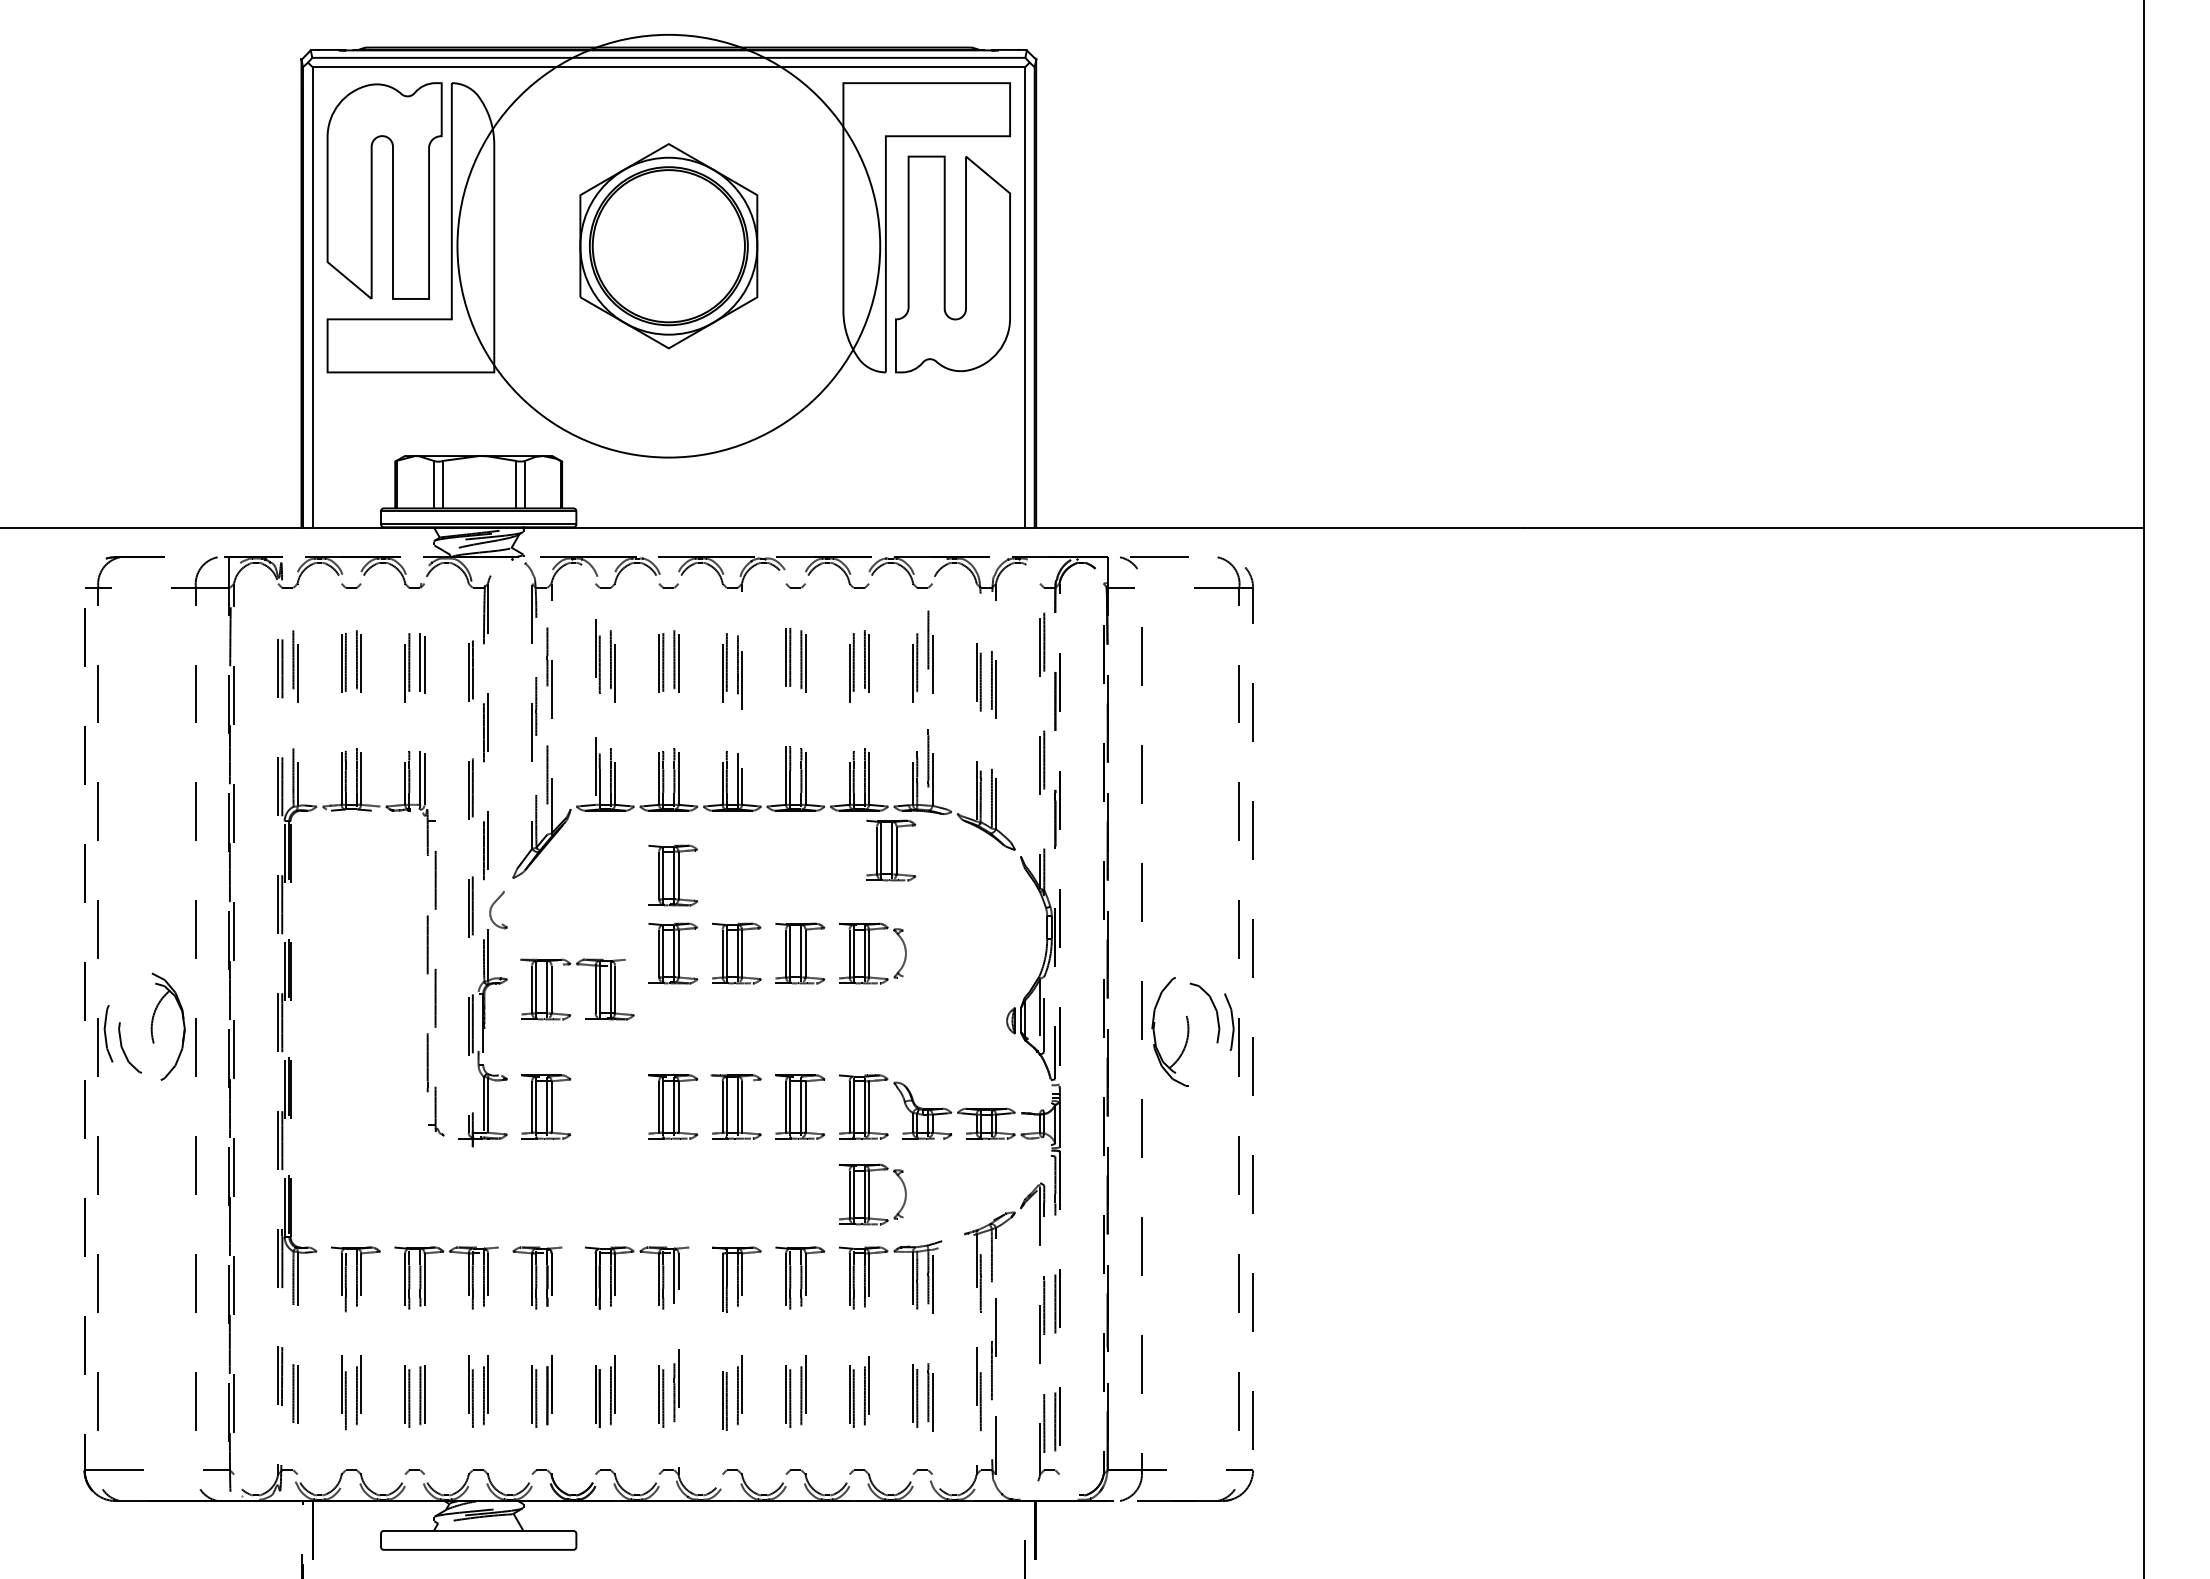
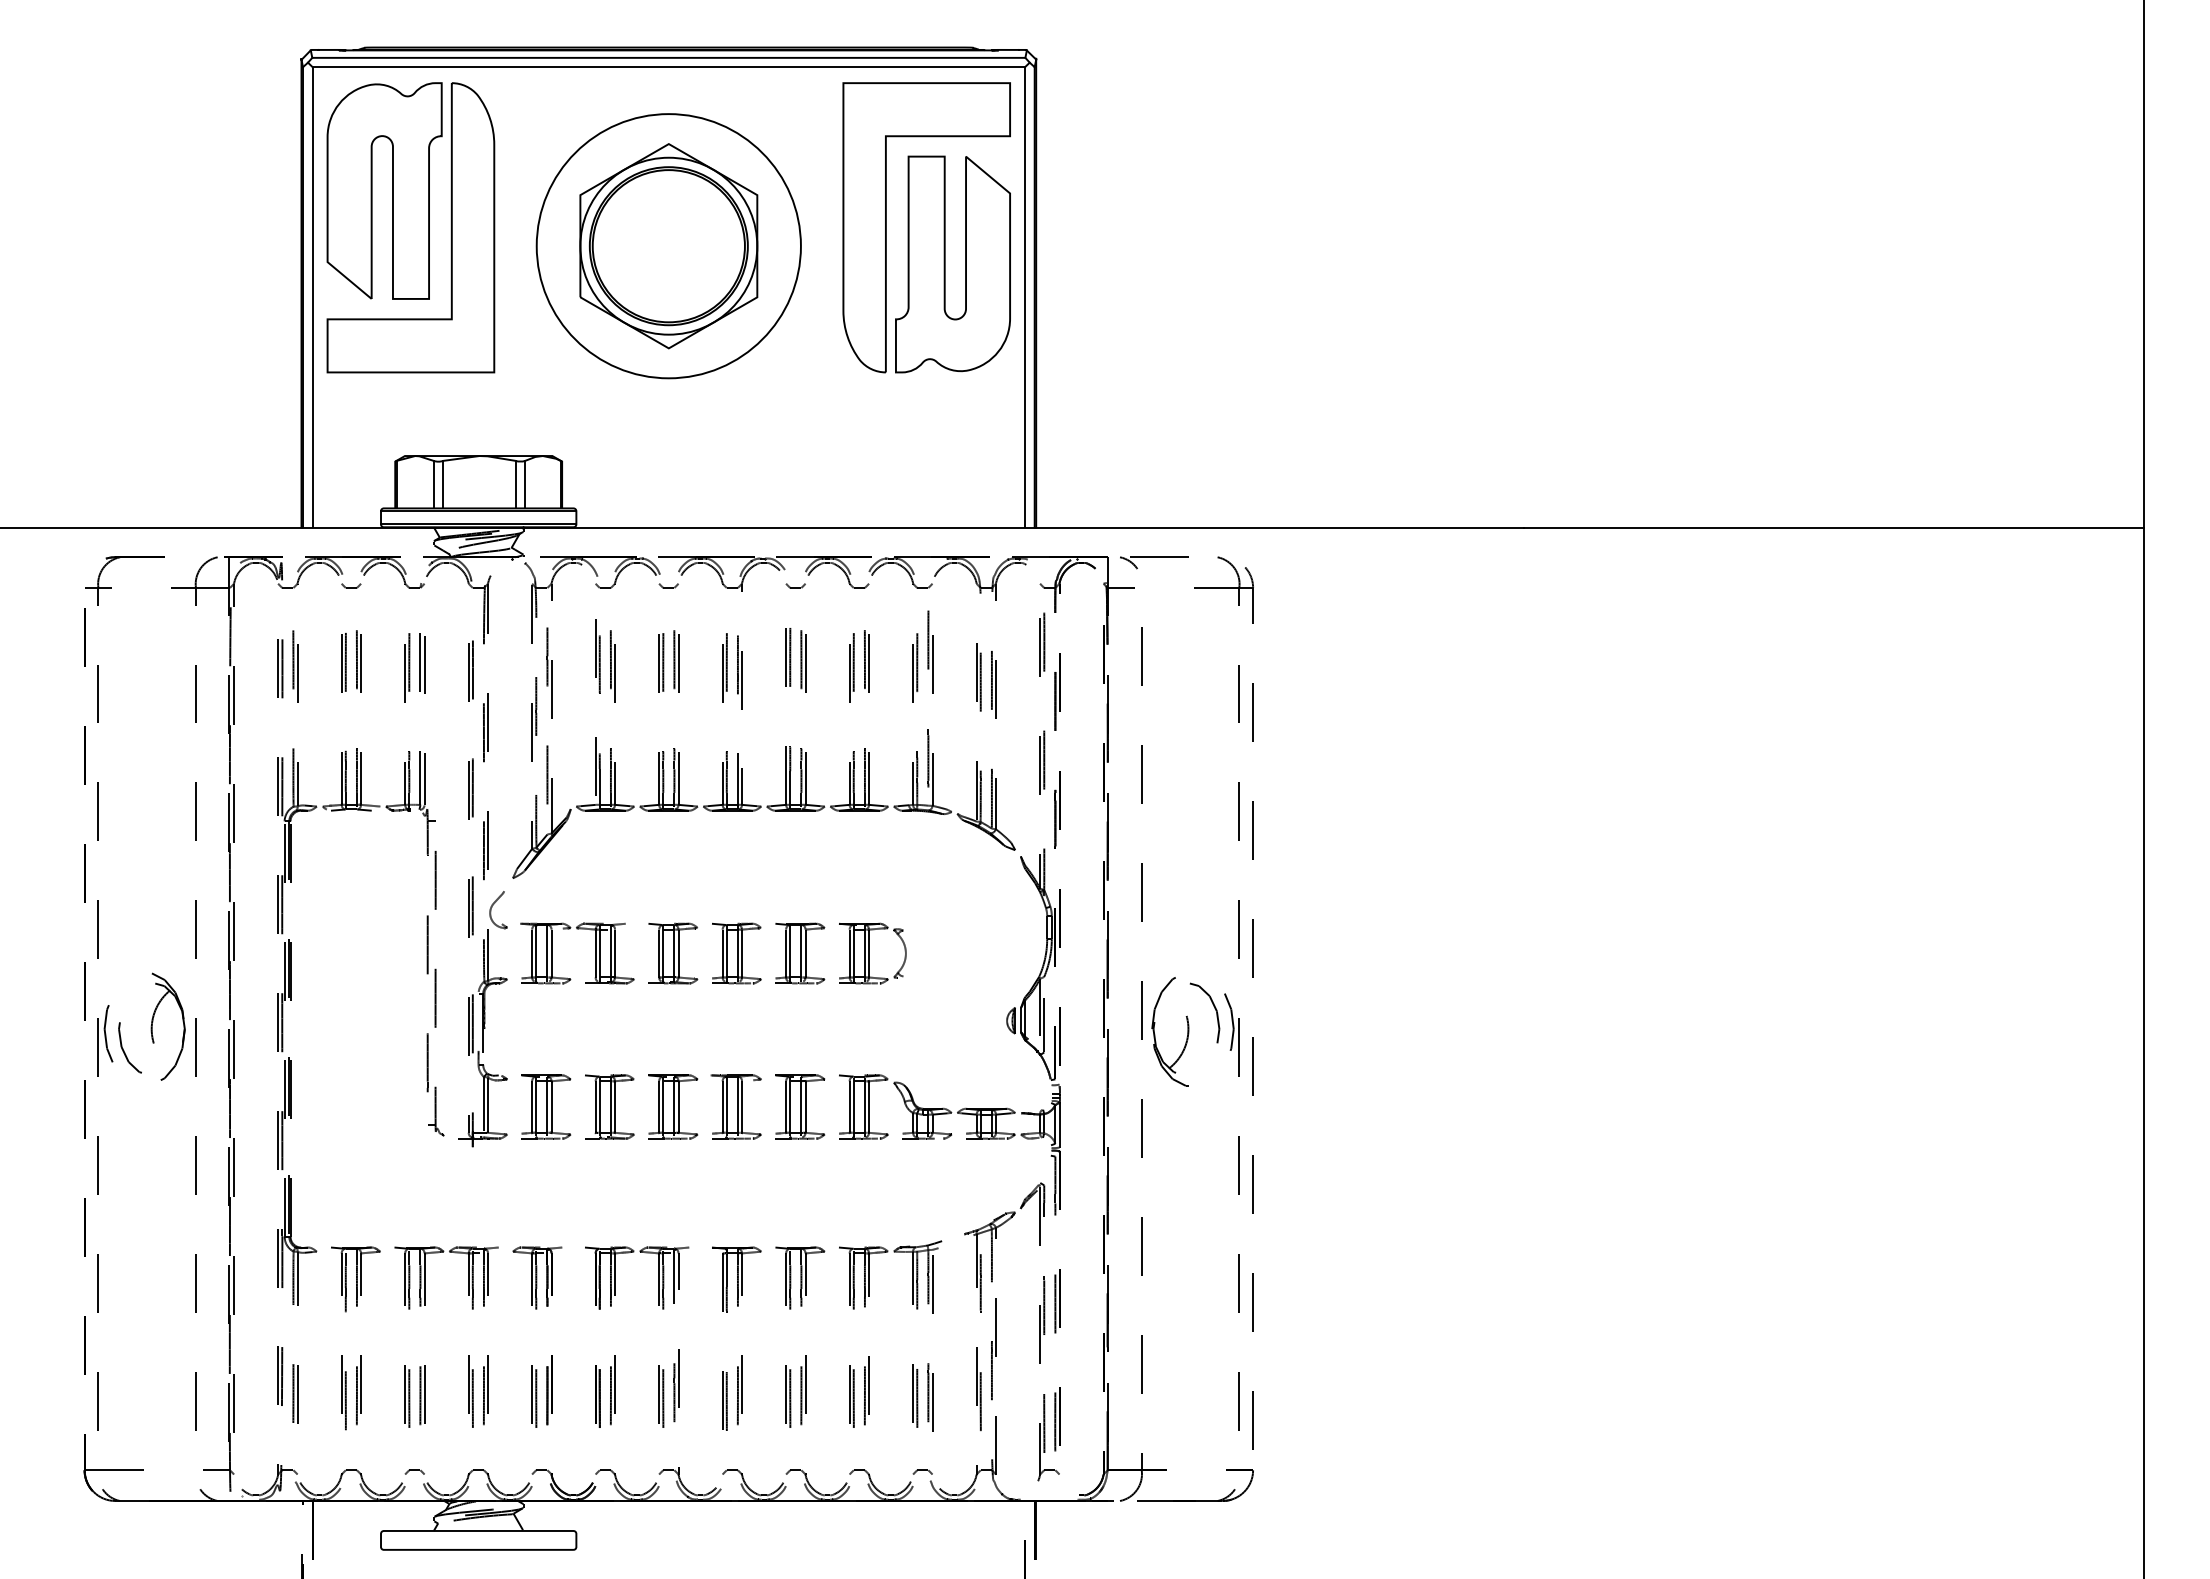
circle at (668, 245) diameter: 423 px -> 264 px
part at (891, 850): present -> none
part at (673, 875): present -> none
part at (595, 989) position: (595, 989) -> (595, 953)
part at (609, 1106): none -> present
part at (872, 1194): present -> none
